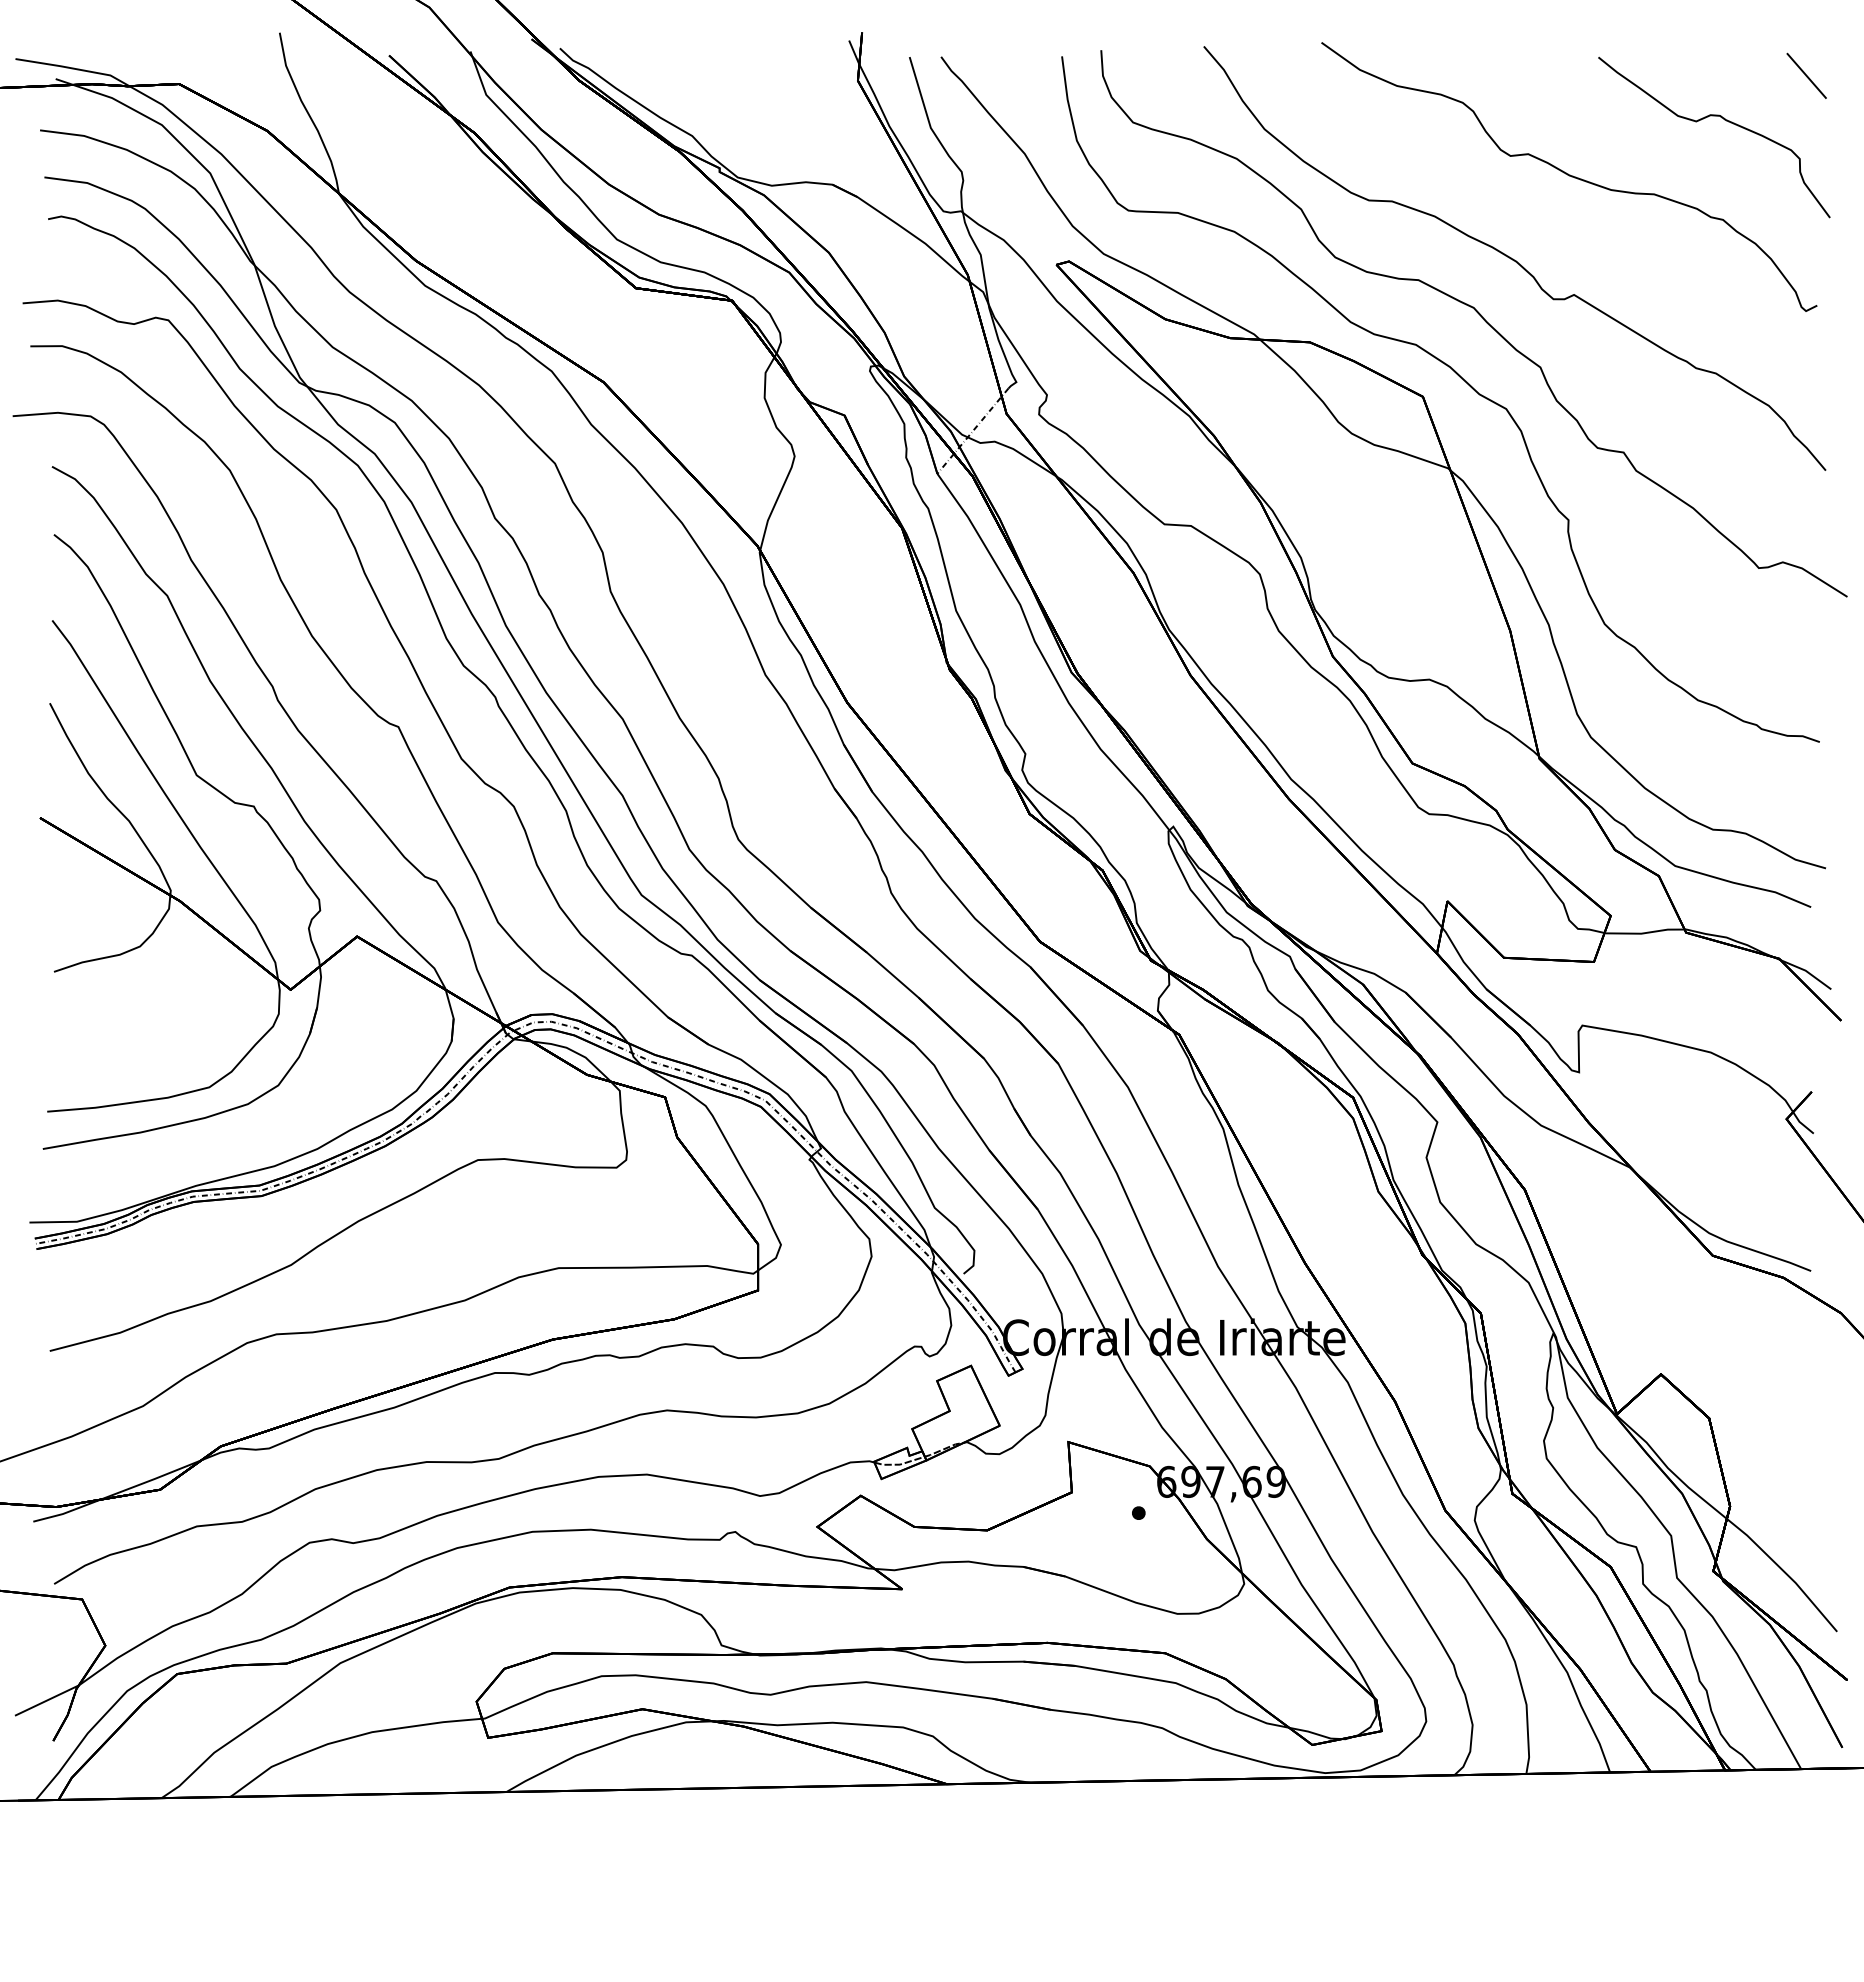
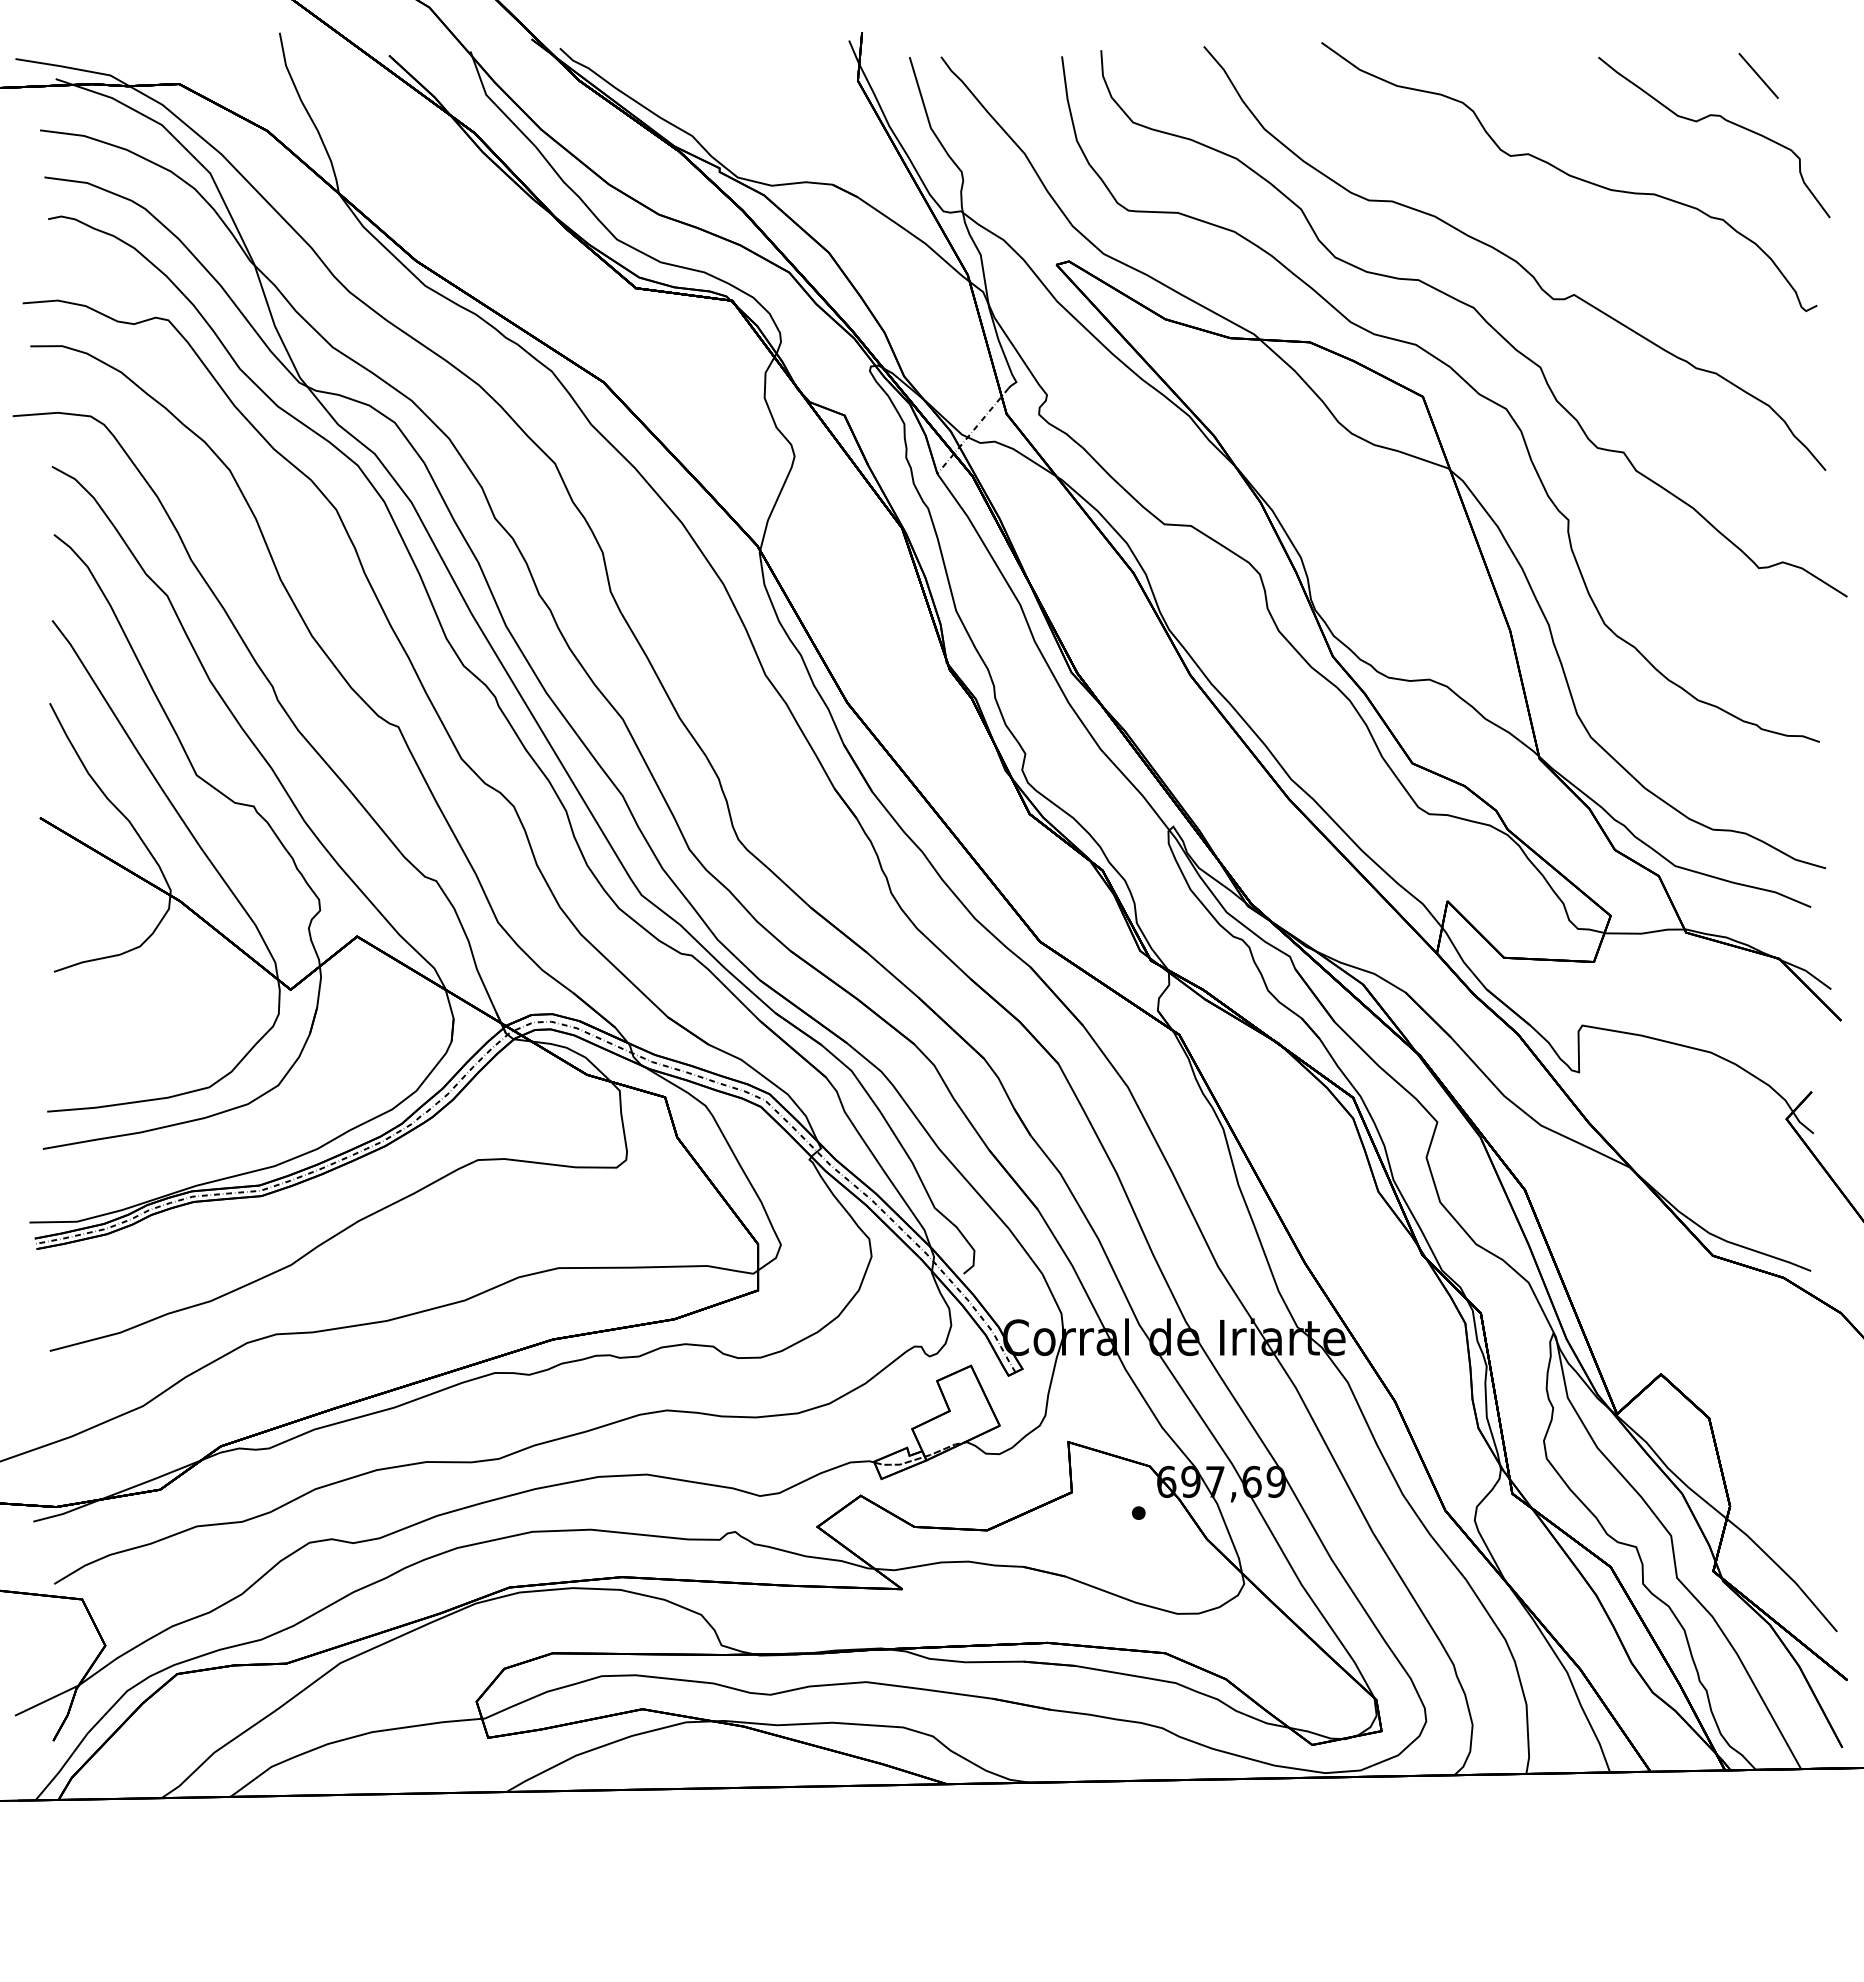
line at (1806, 75) position: (1806, 75) -> (1758, 75)
